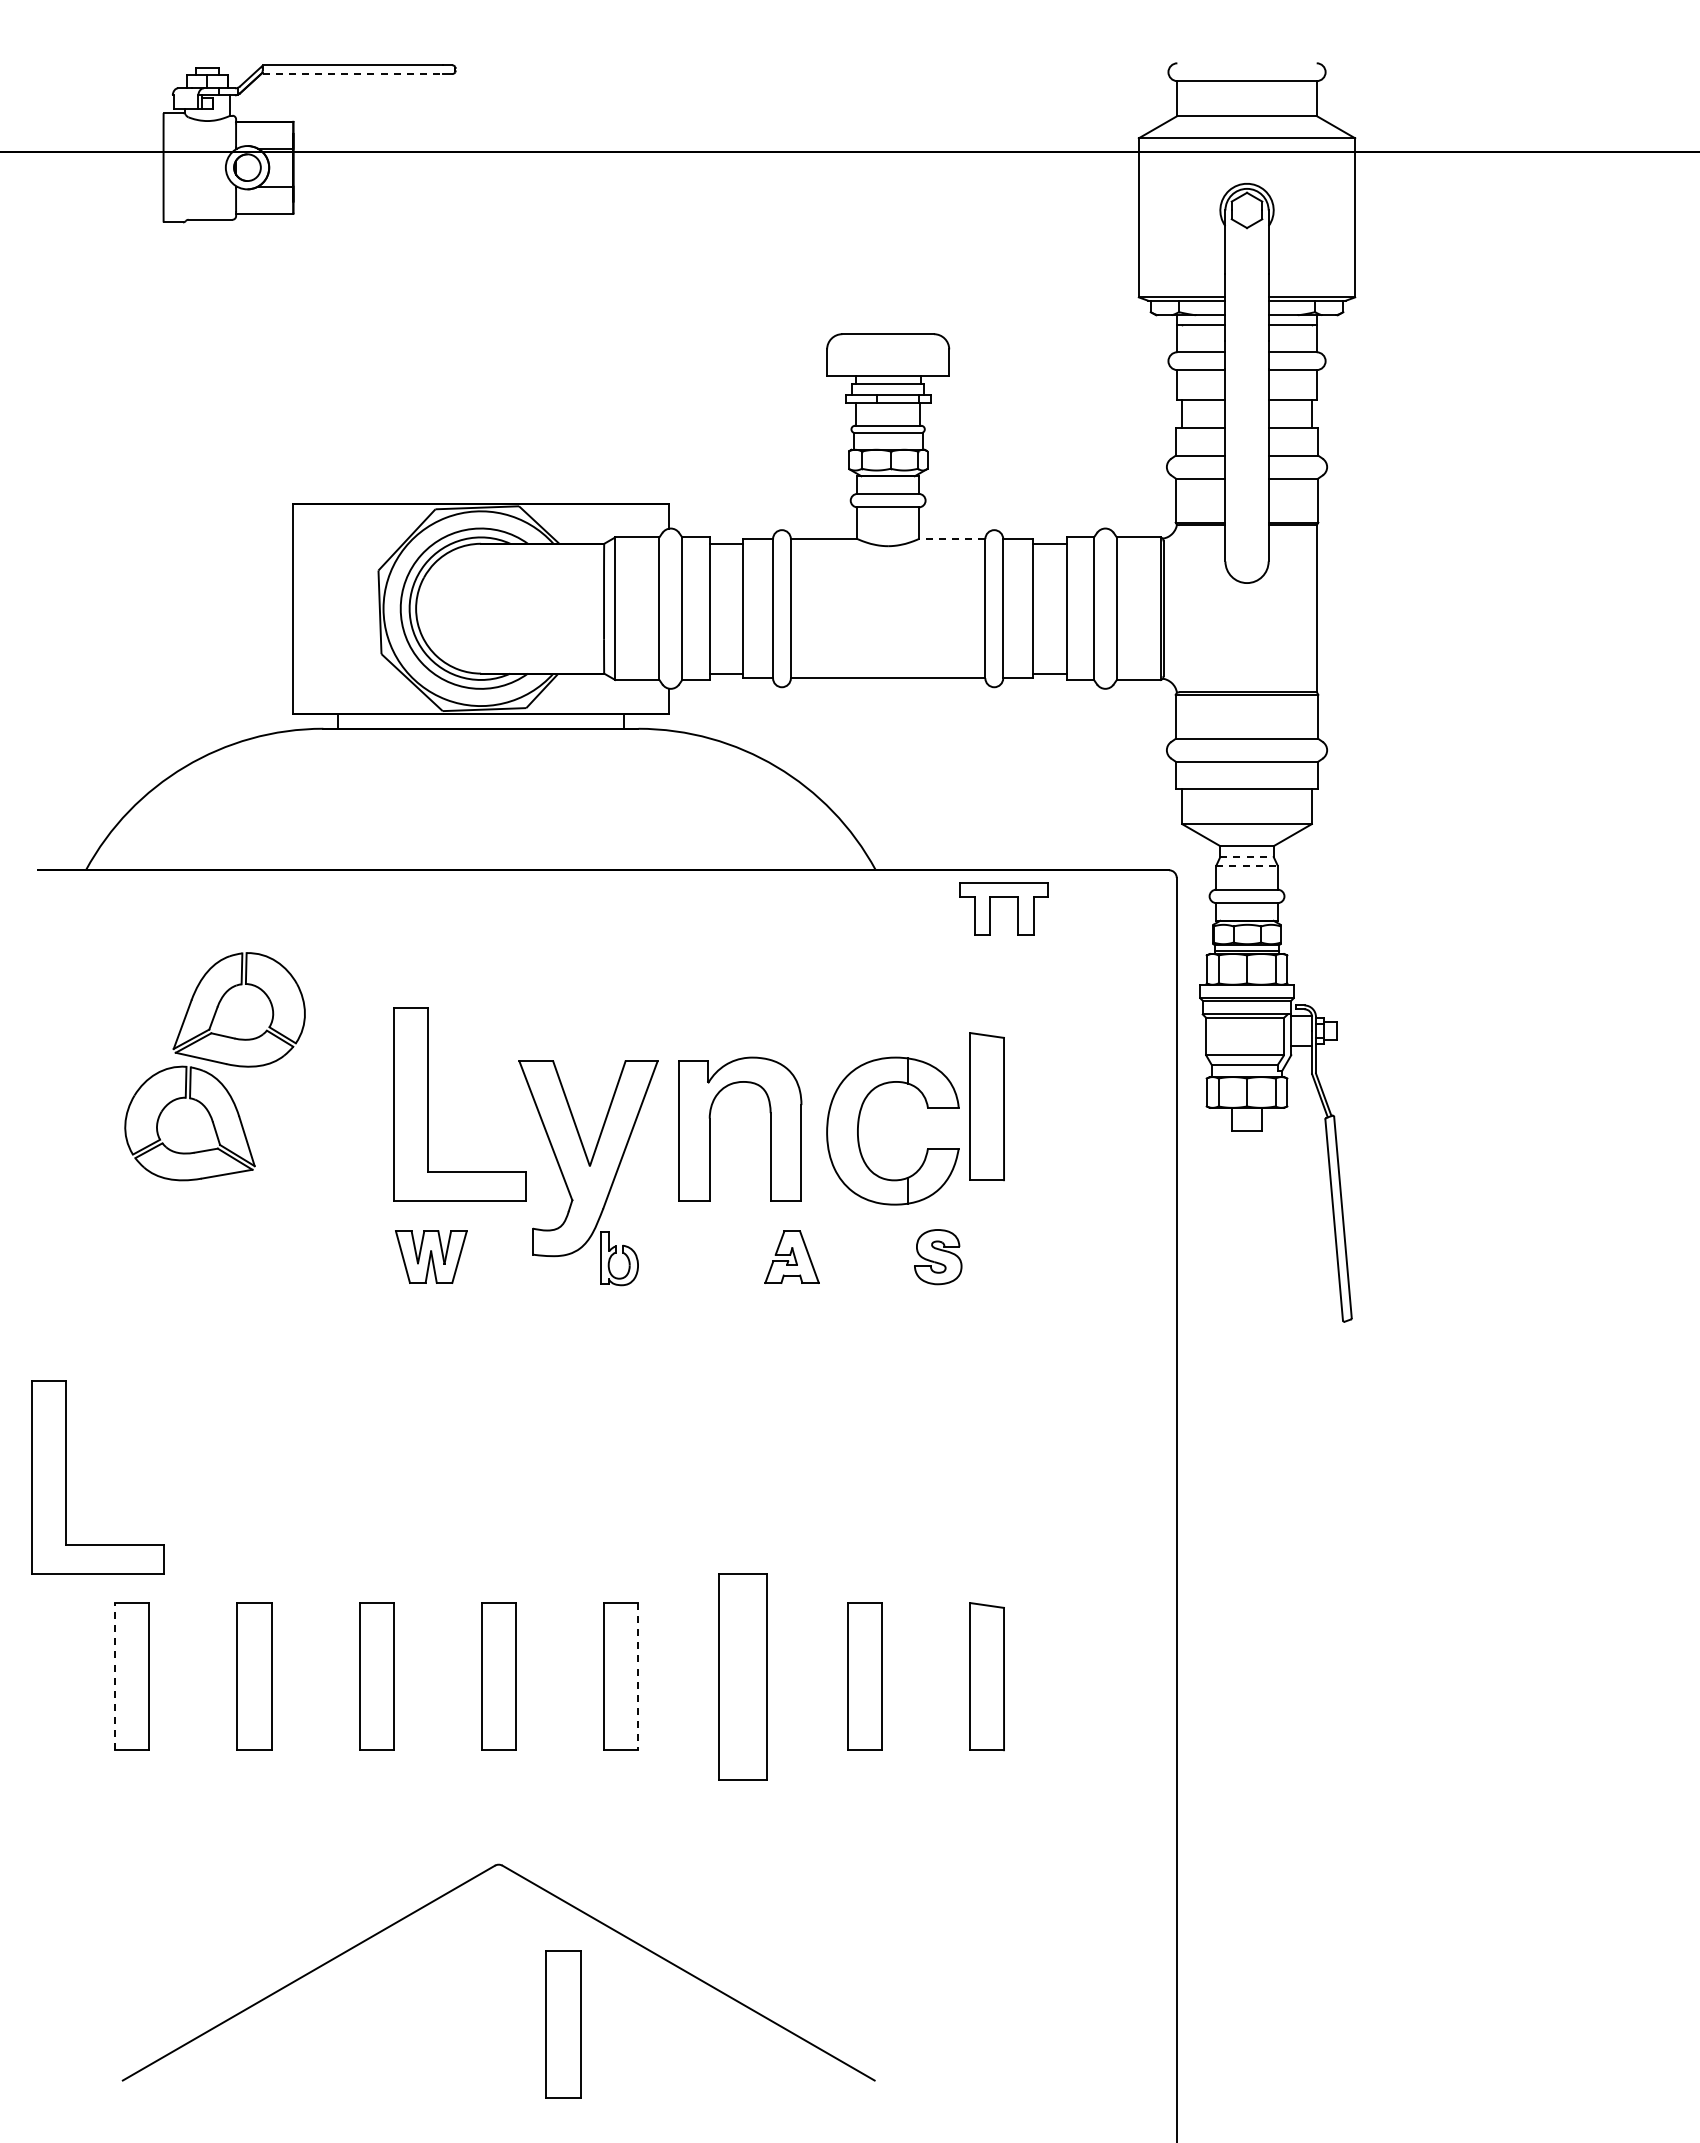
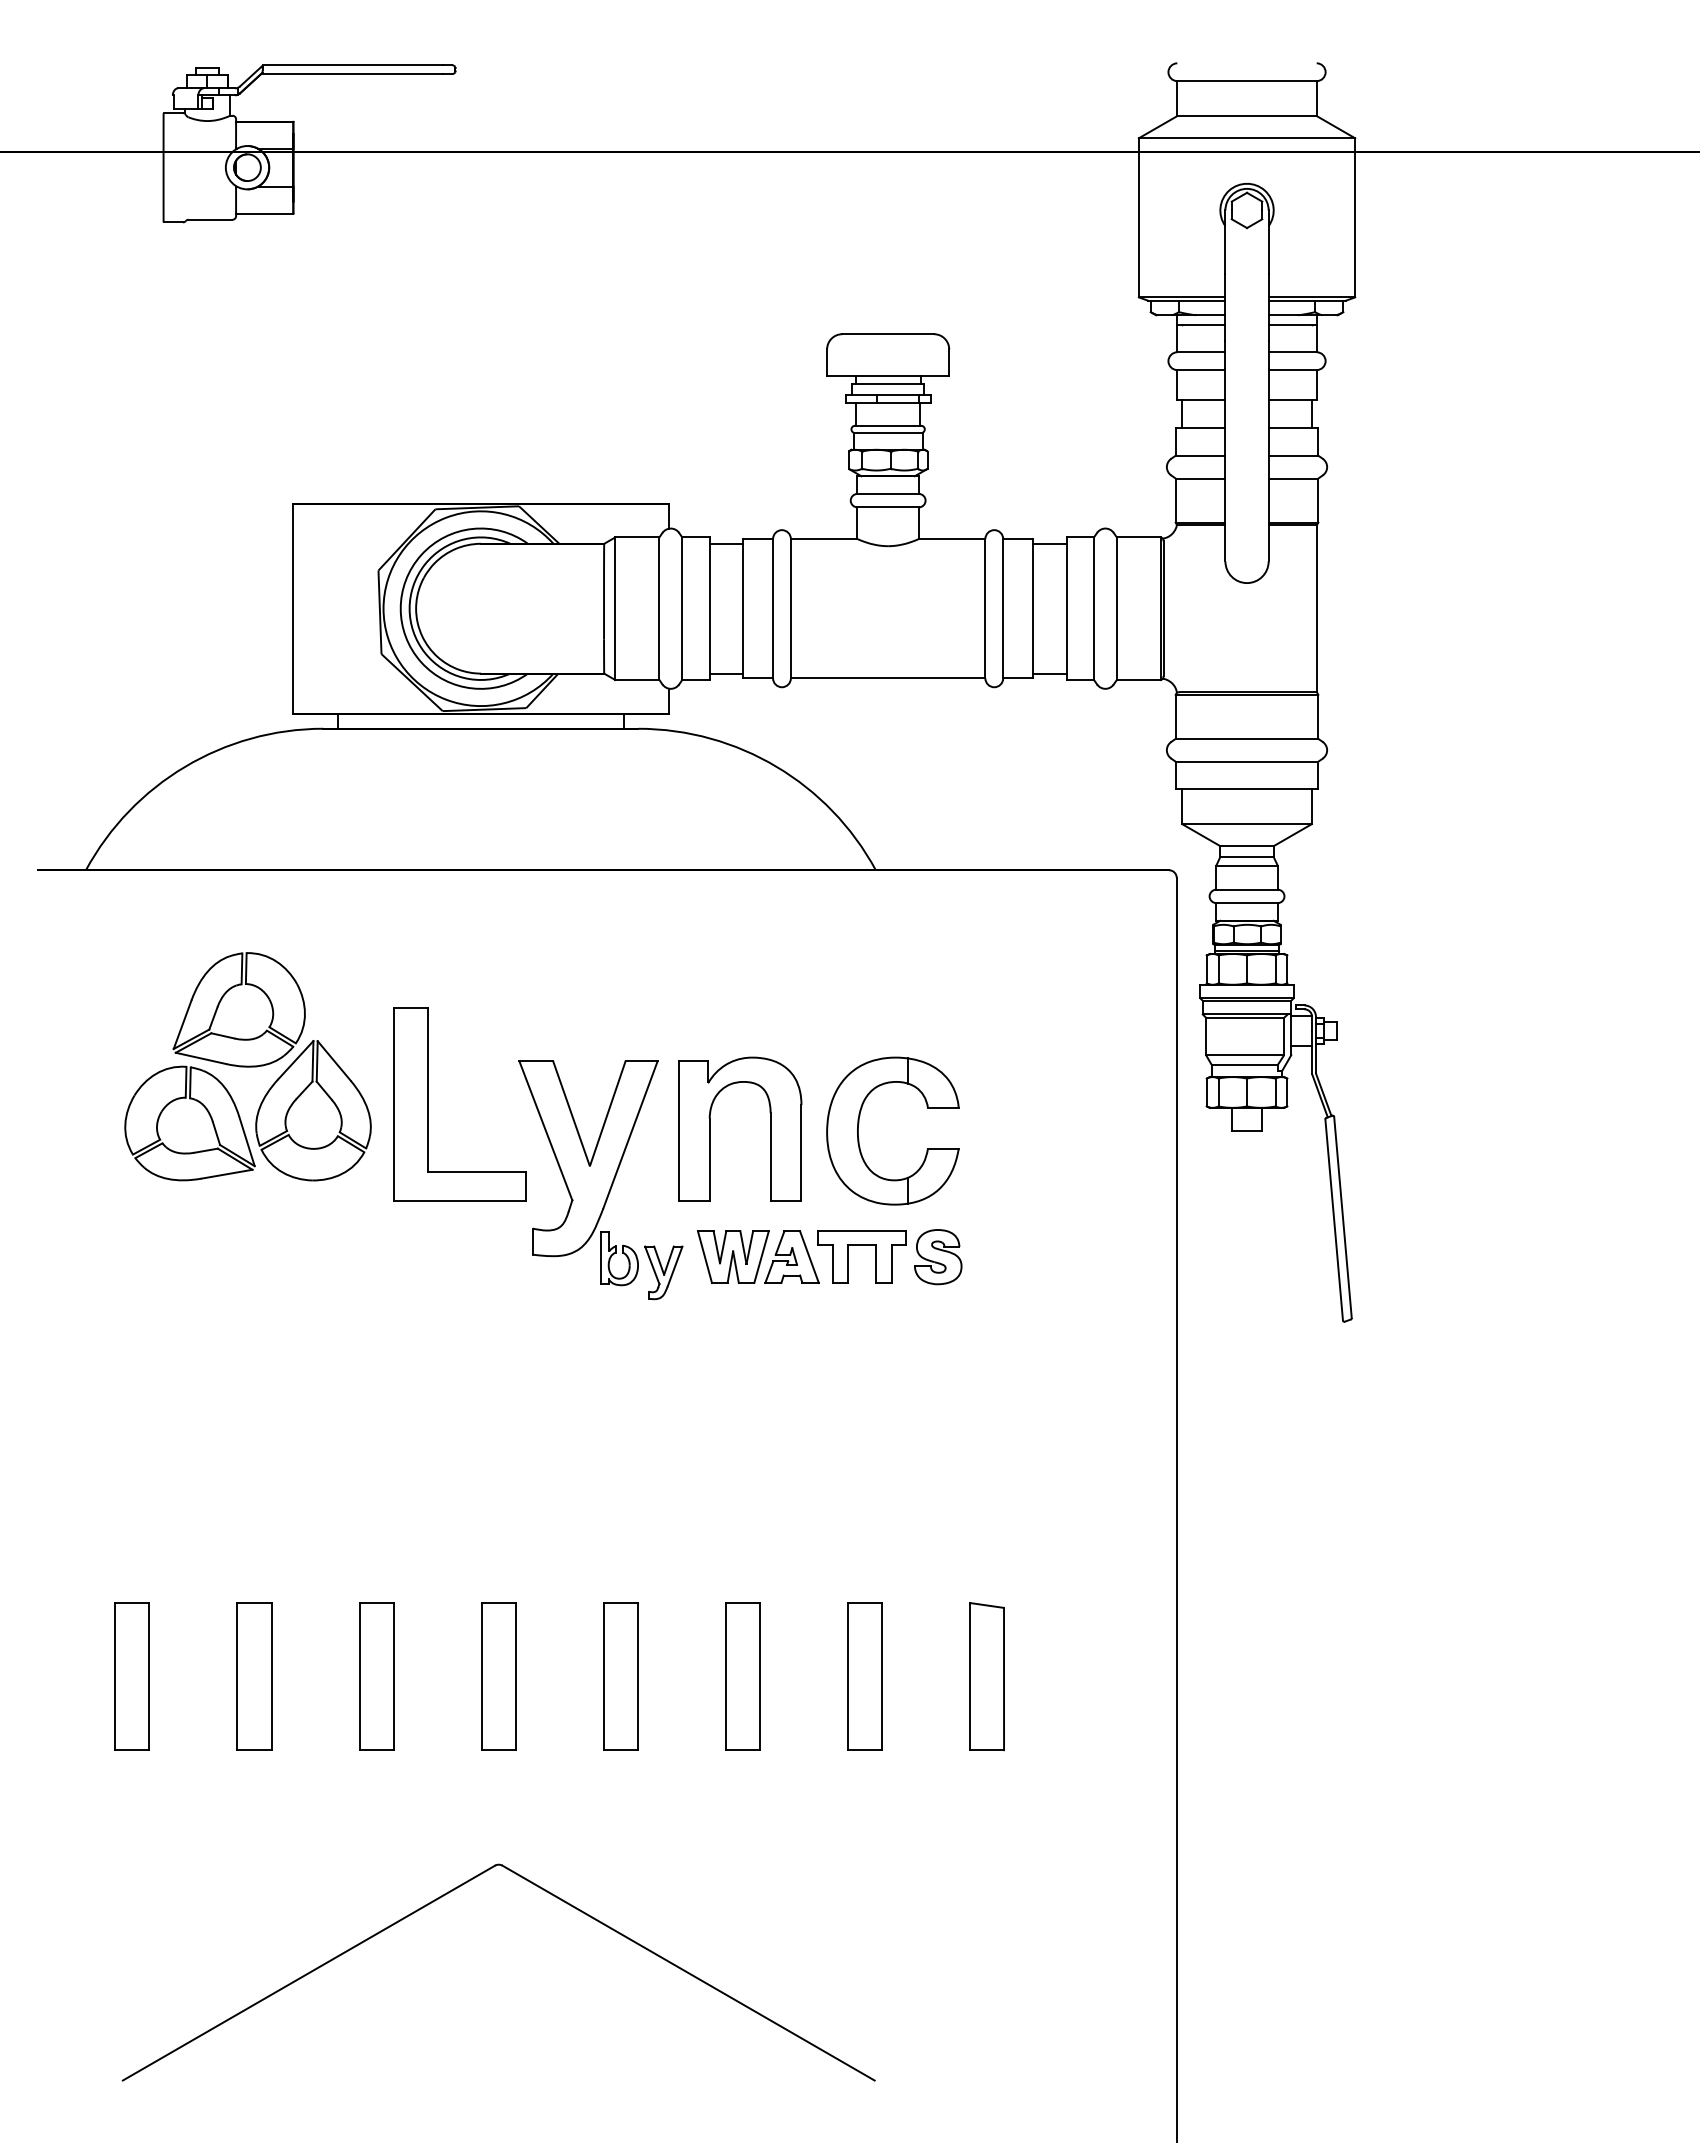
line at (353, 74): dashed -> solid
line at (951, 539): dashed -> solid
line at (1247, 857): dashed -> solid
line at (1247, 865): dashed -> solid
part at (1003, 897) position: (1003, 897) -> (861, 1245)
part at (300, 1096): none -> present
part at (986, 1106): present -> none
part at (431, 1256) position: (431, 1256) -> (733, 1256)
part at (663, 1272): none -> present
part at (66, 1477): present -> none
line at (115, 1676): dashed -> solid
line at (637, 1676): dashed -> solid
part at (742, 1676) size: 50x208 px -> 36x149 px
part at (563, 2024): present -> none
